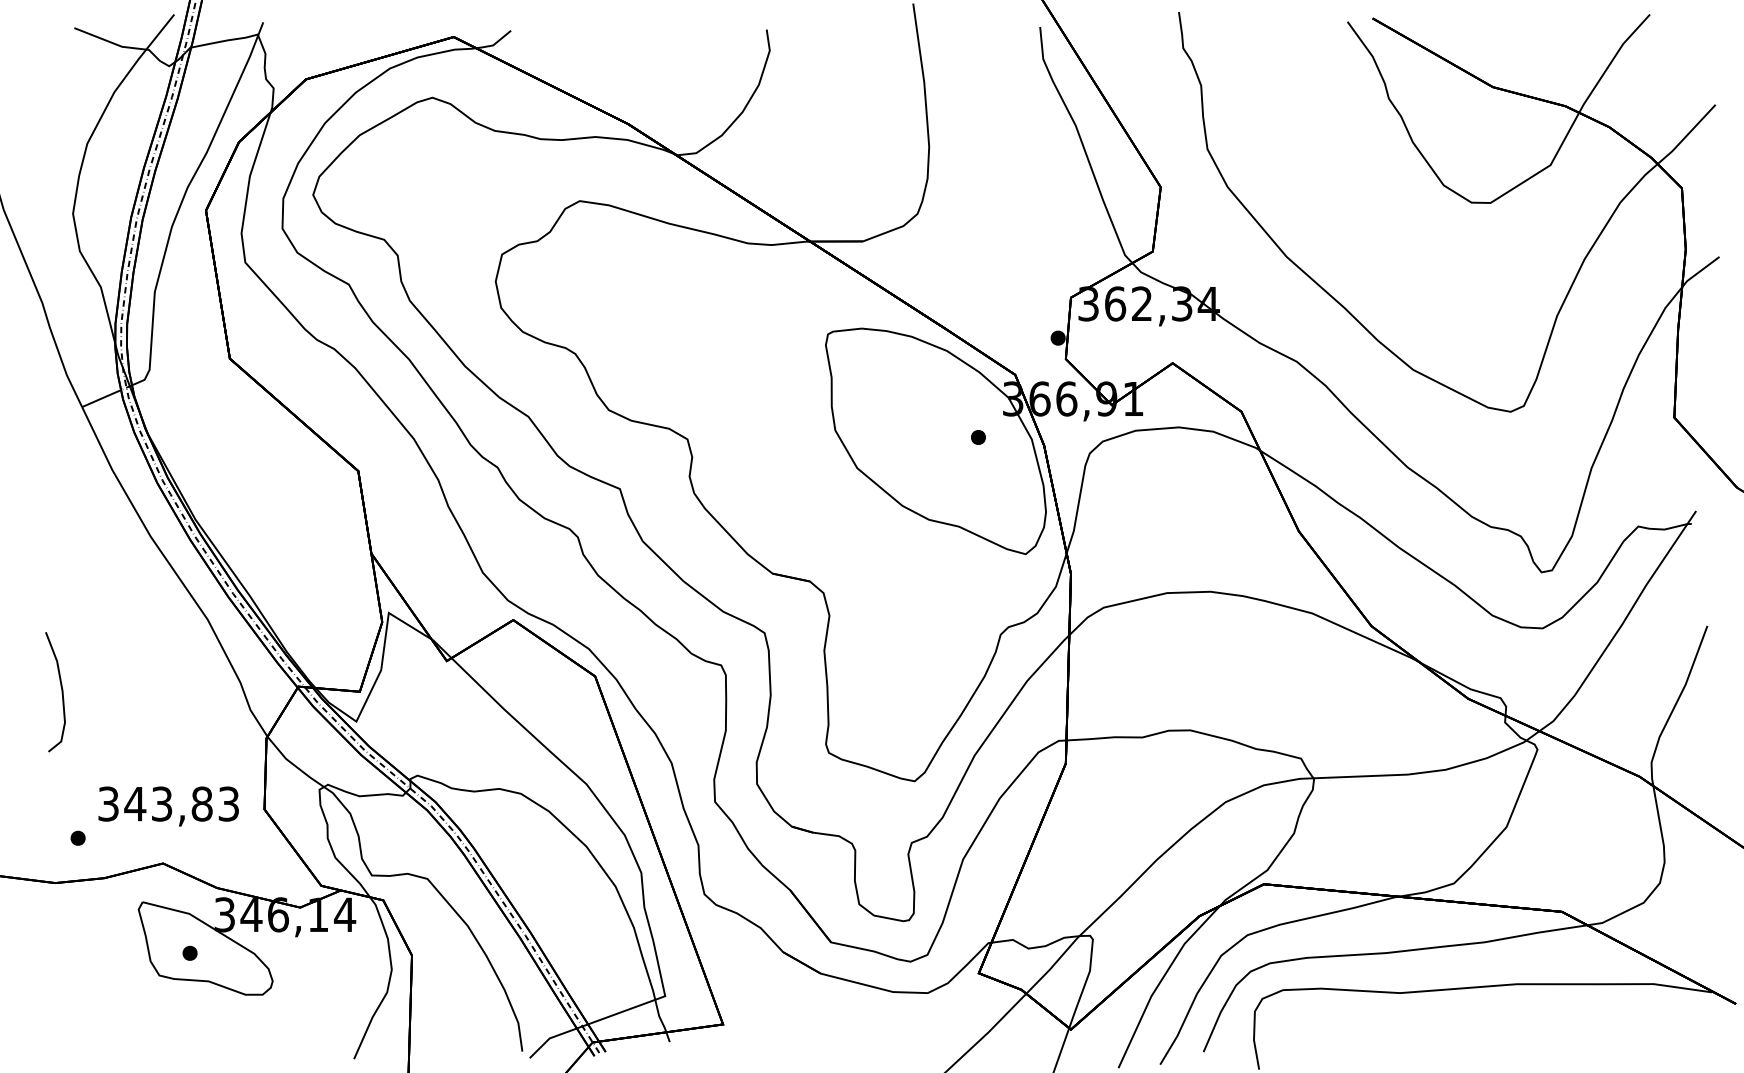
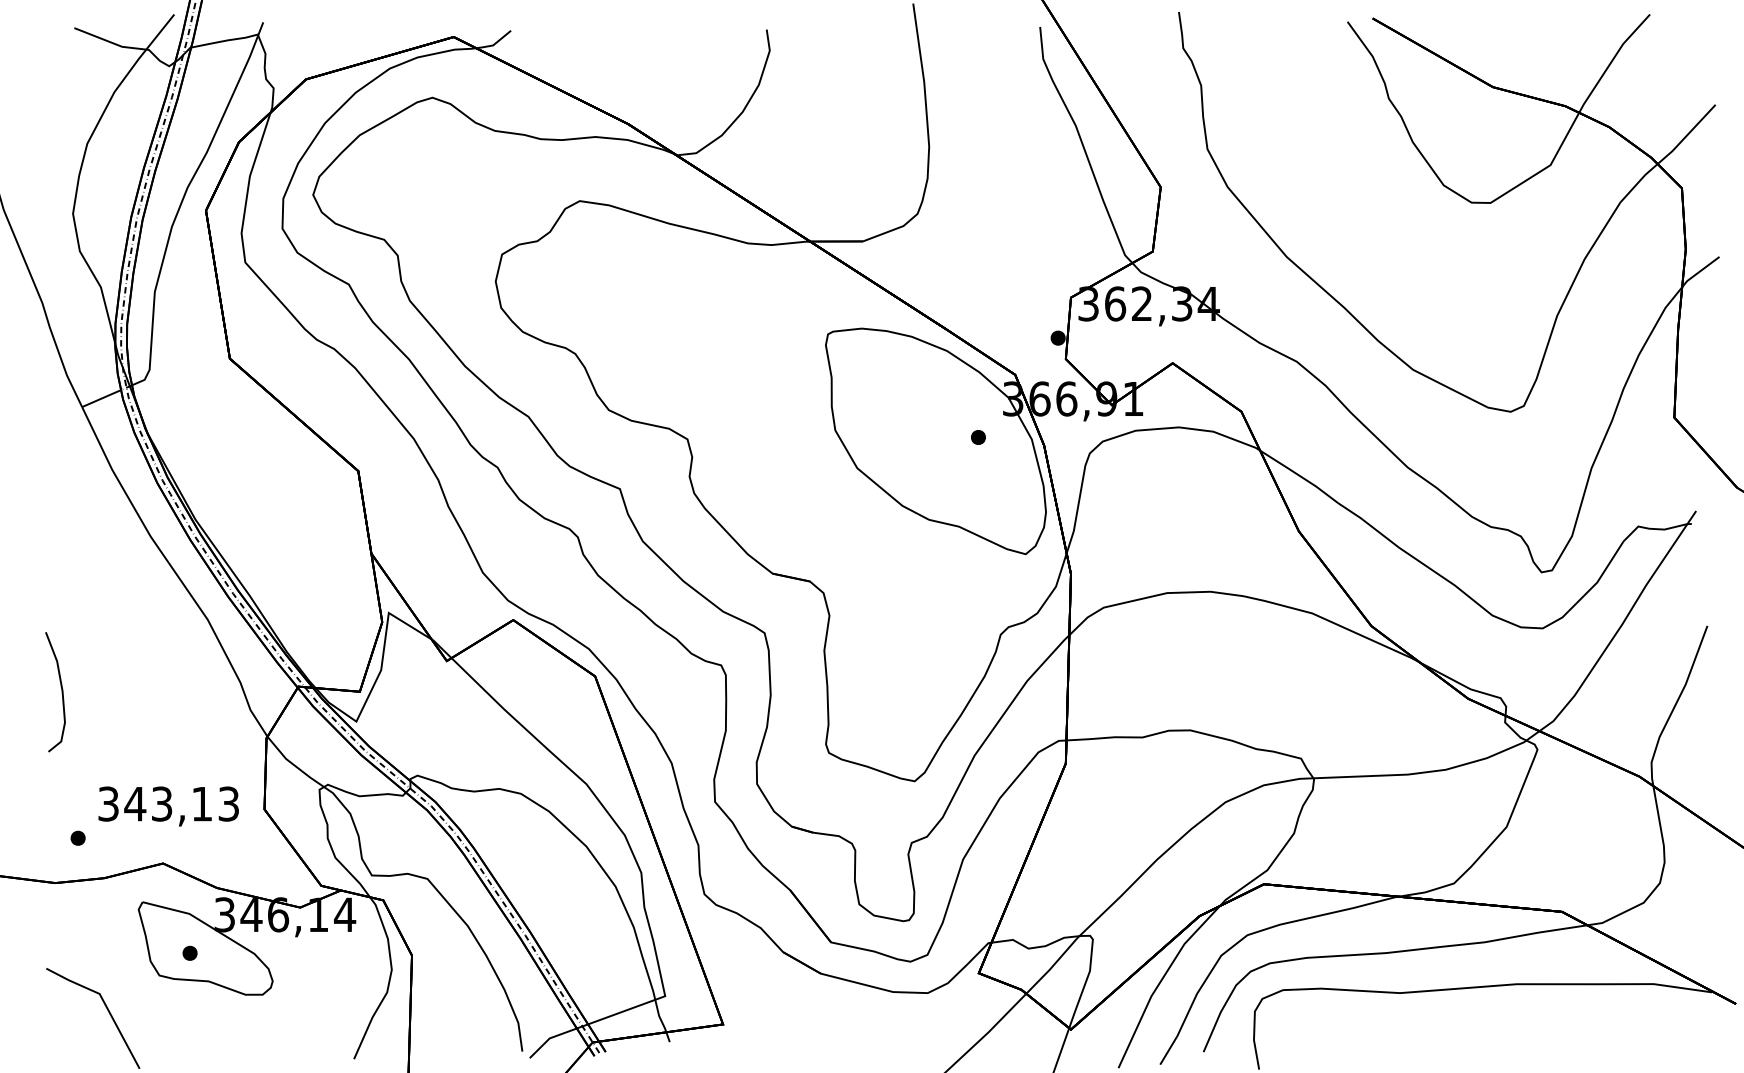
text at (201, 803): 343,83 -> 343,13
line at (106, 1009): none -> present
